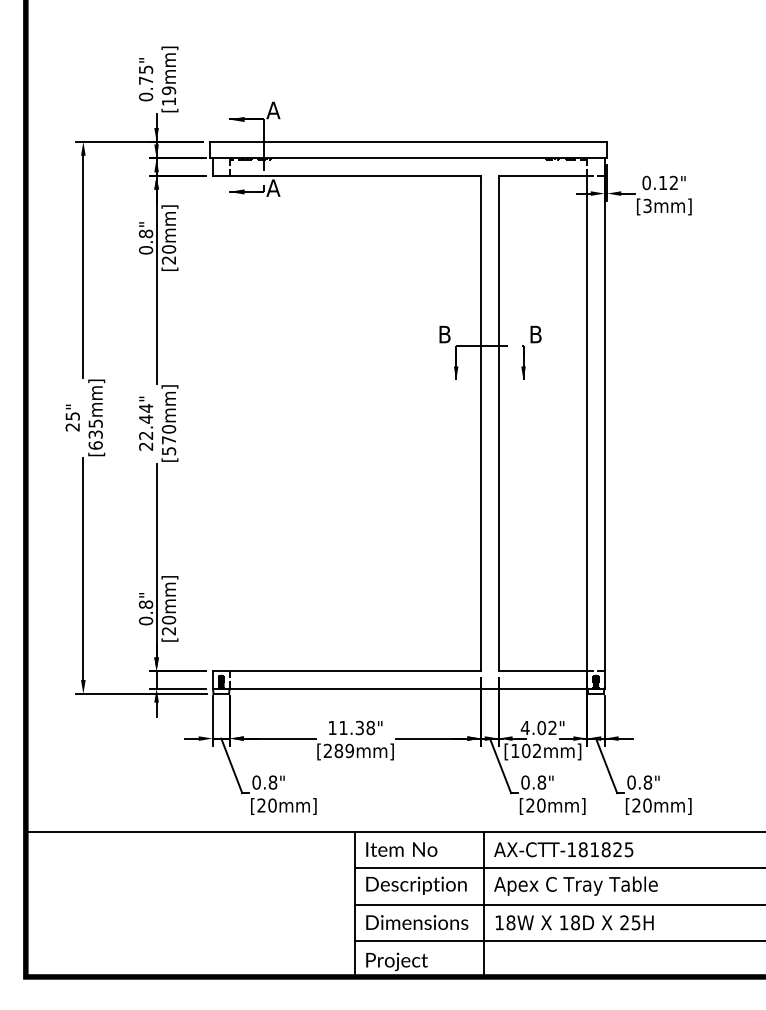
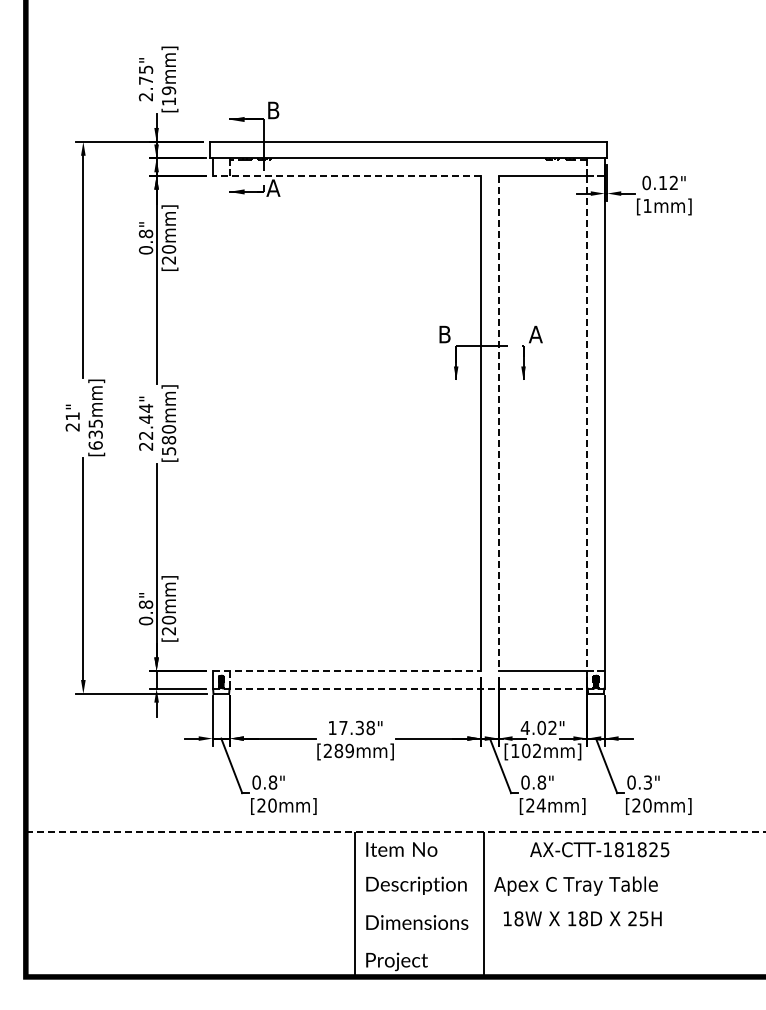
text at (146, 96): 0.75" -> 2.75"
text at (273, 110): A -> B
line at (346, 175): solid -> dashed
text at (647, 205): [3mm] -> [1mm]
text at (535, 334): B -> A
text at (72, 416): 25" -> 21"
line at (498, 423): solid -> dashed
line at (587, 423): solid -> dashed
text at (168, 440): [570mm] -> [580mm]
line at (347, 671): solid -> dashed
line at (408, 688): solid -> dashed
text at (343, 727): 11.38" -> 17.38"
text at (647, 782): 0.8" -> 0.3"
text at (540, 805): [20mm] -> [24mm]
line at (395, 832): solid -> dashed
text at (563, 849) position: (563, 849) -> (599, 849)
line at (558, 868): present -> none
line at (558, 904): present -> none
text at (574, 922) position: (574, 922) -> (582, 918)
line at (558, 940): present -> none
